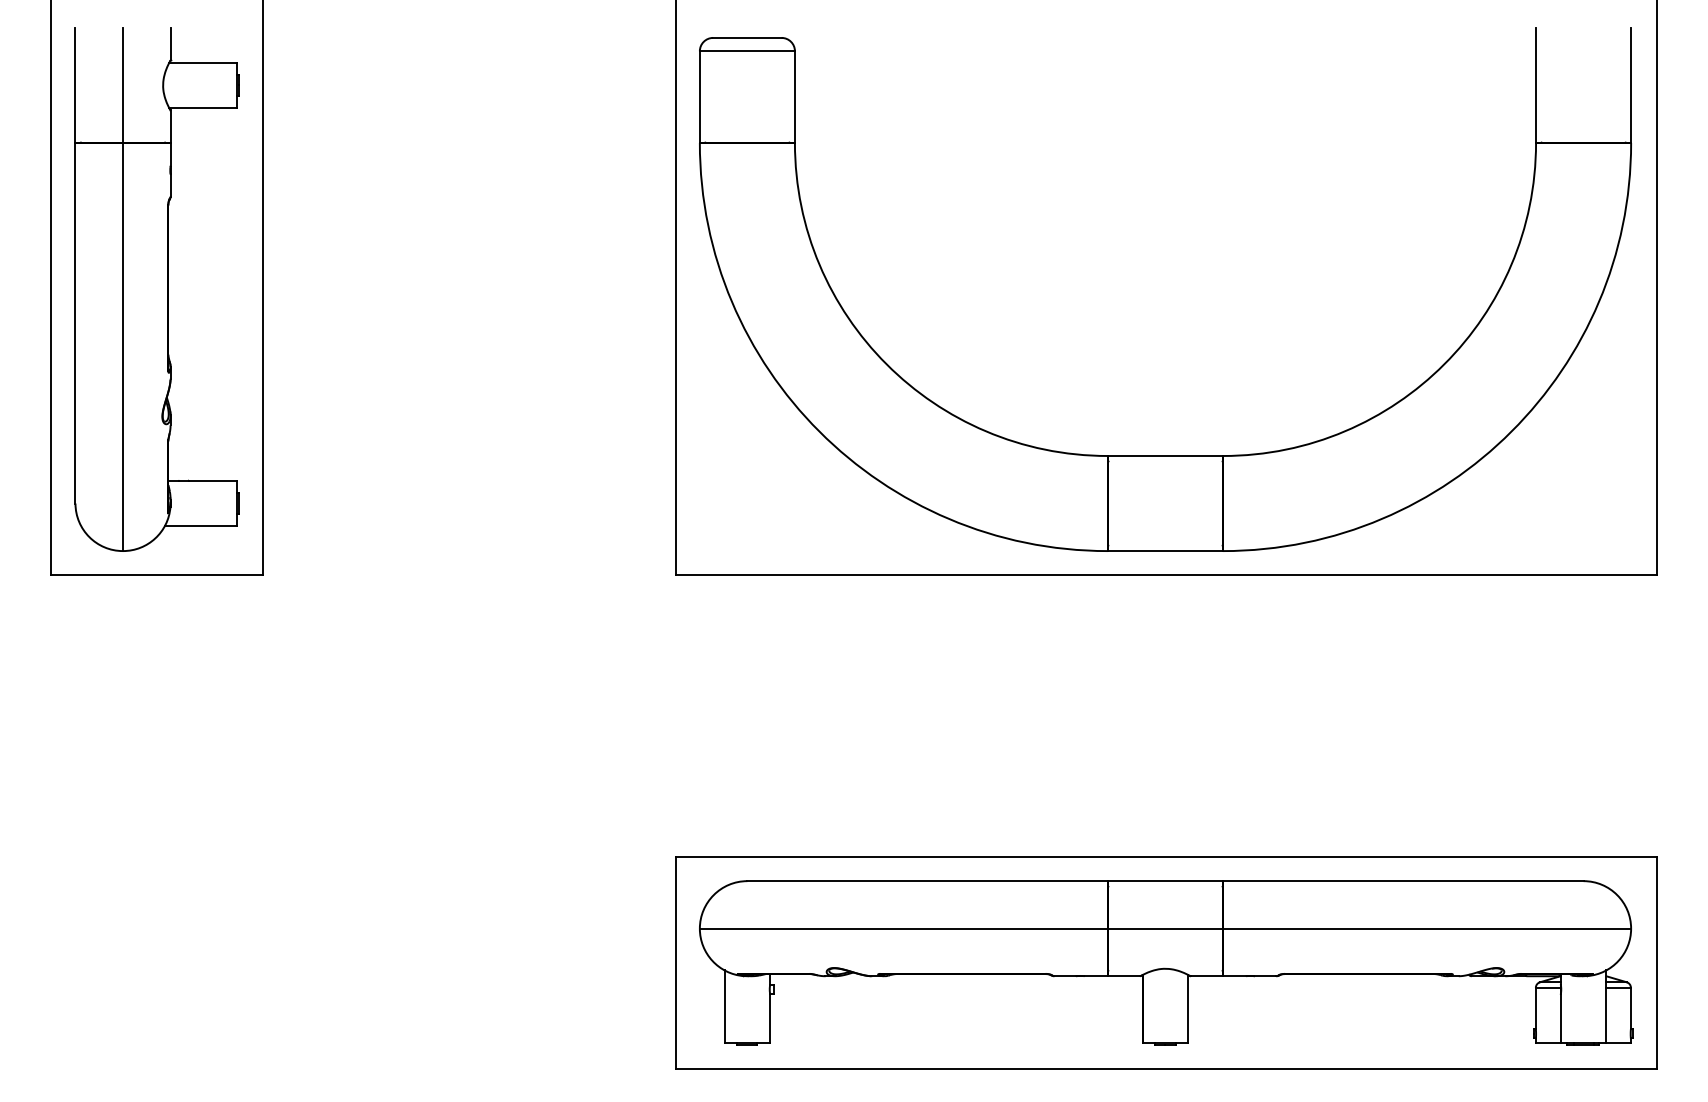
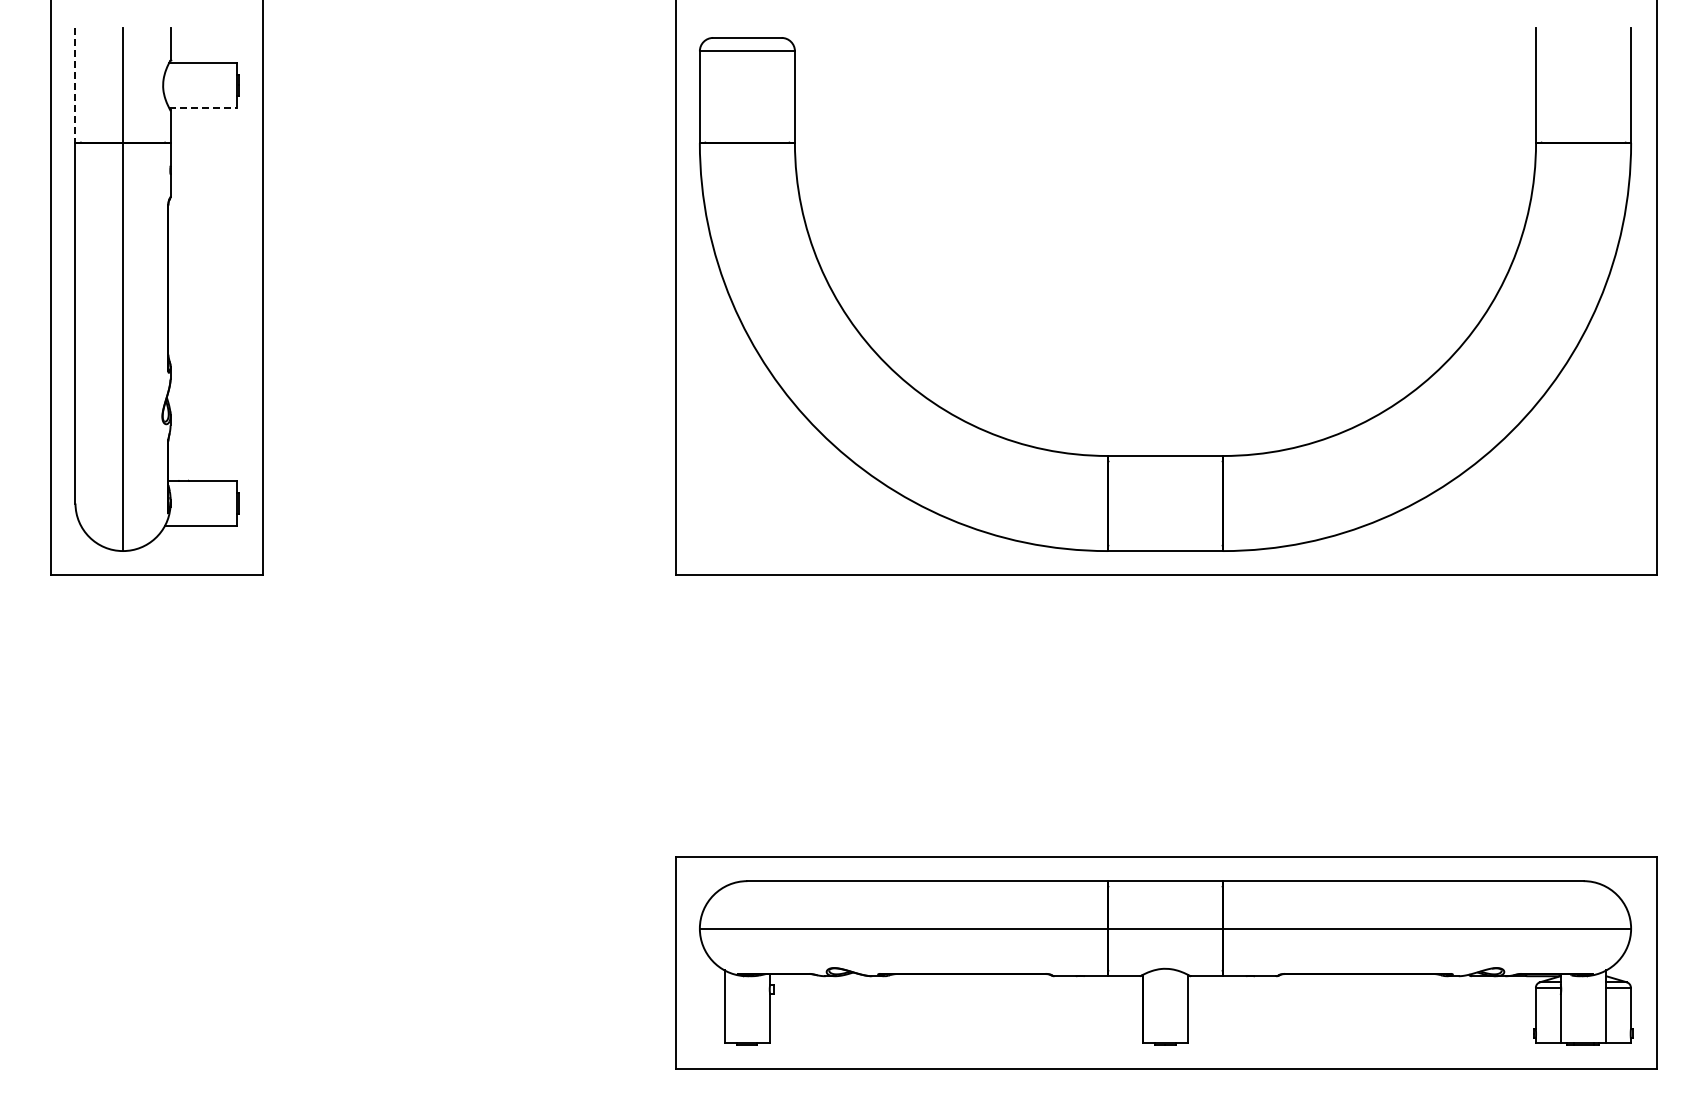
line at (75, 85): solid -> dashed
line at (203, 108): solid -> dashed
